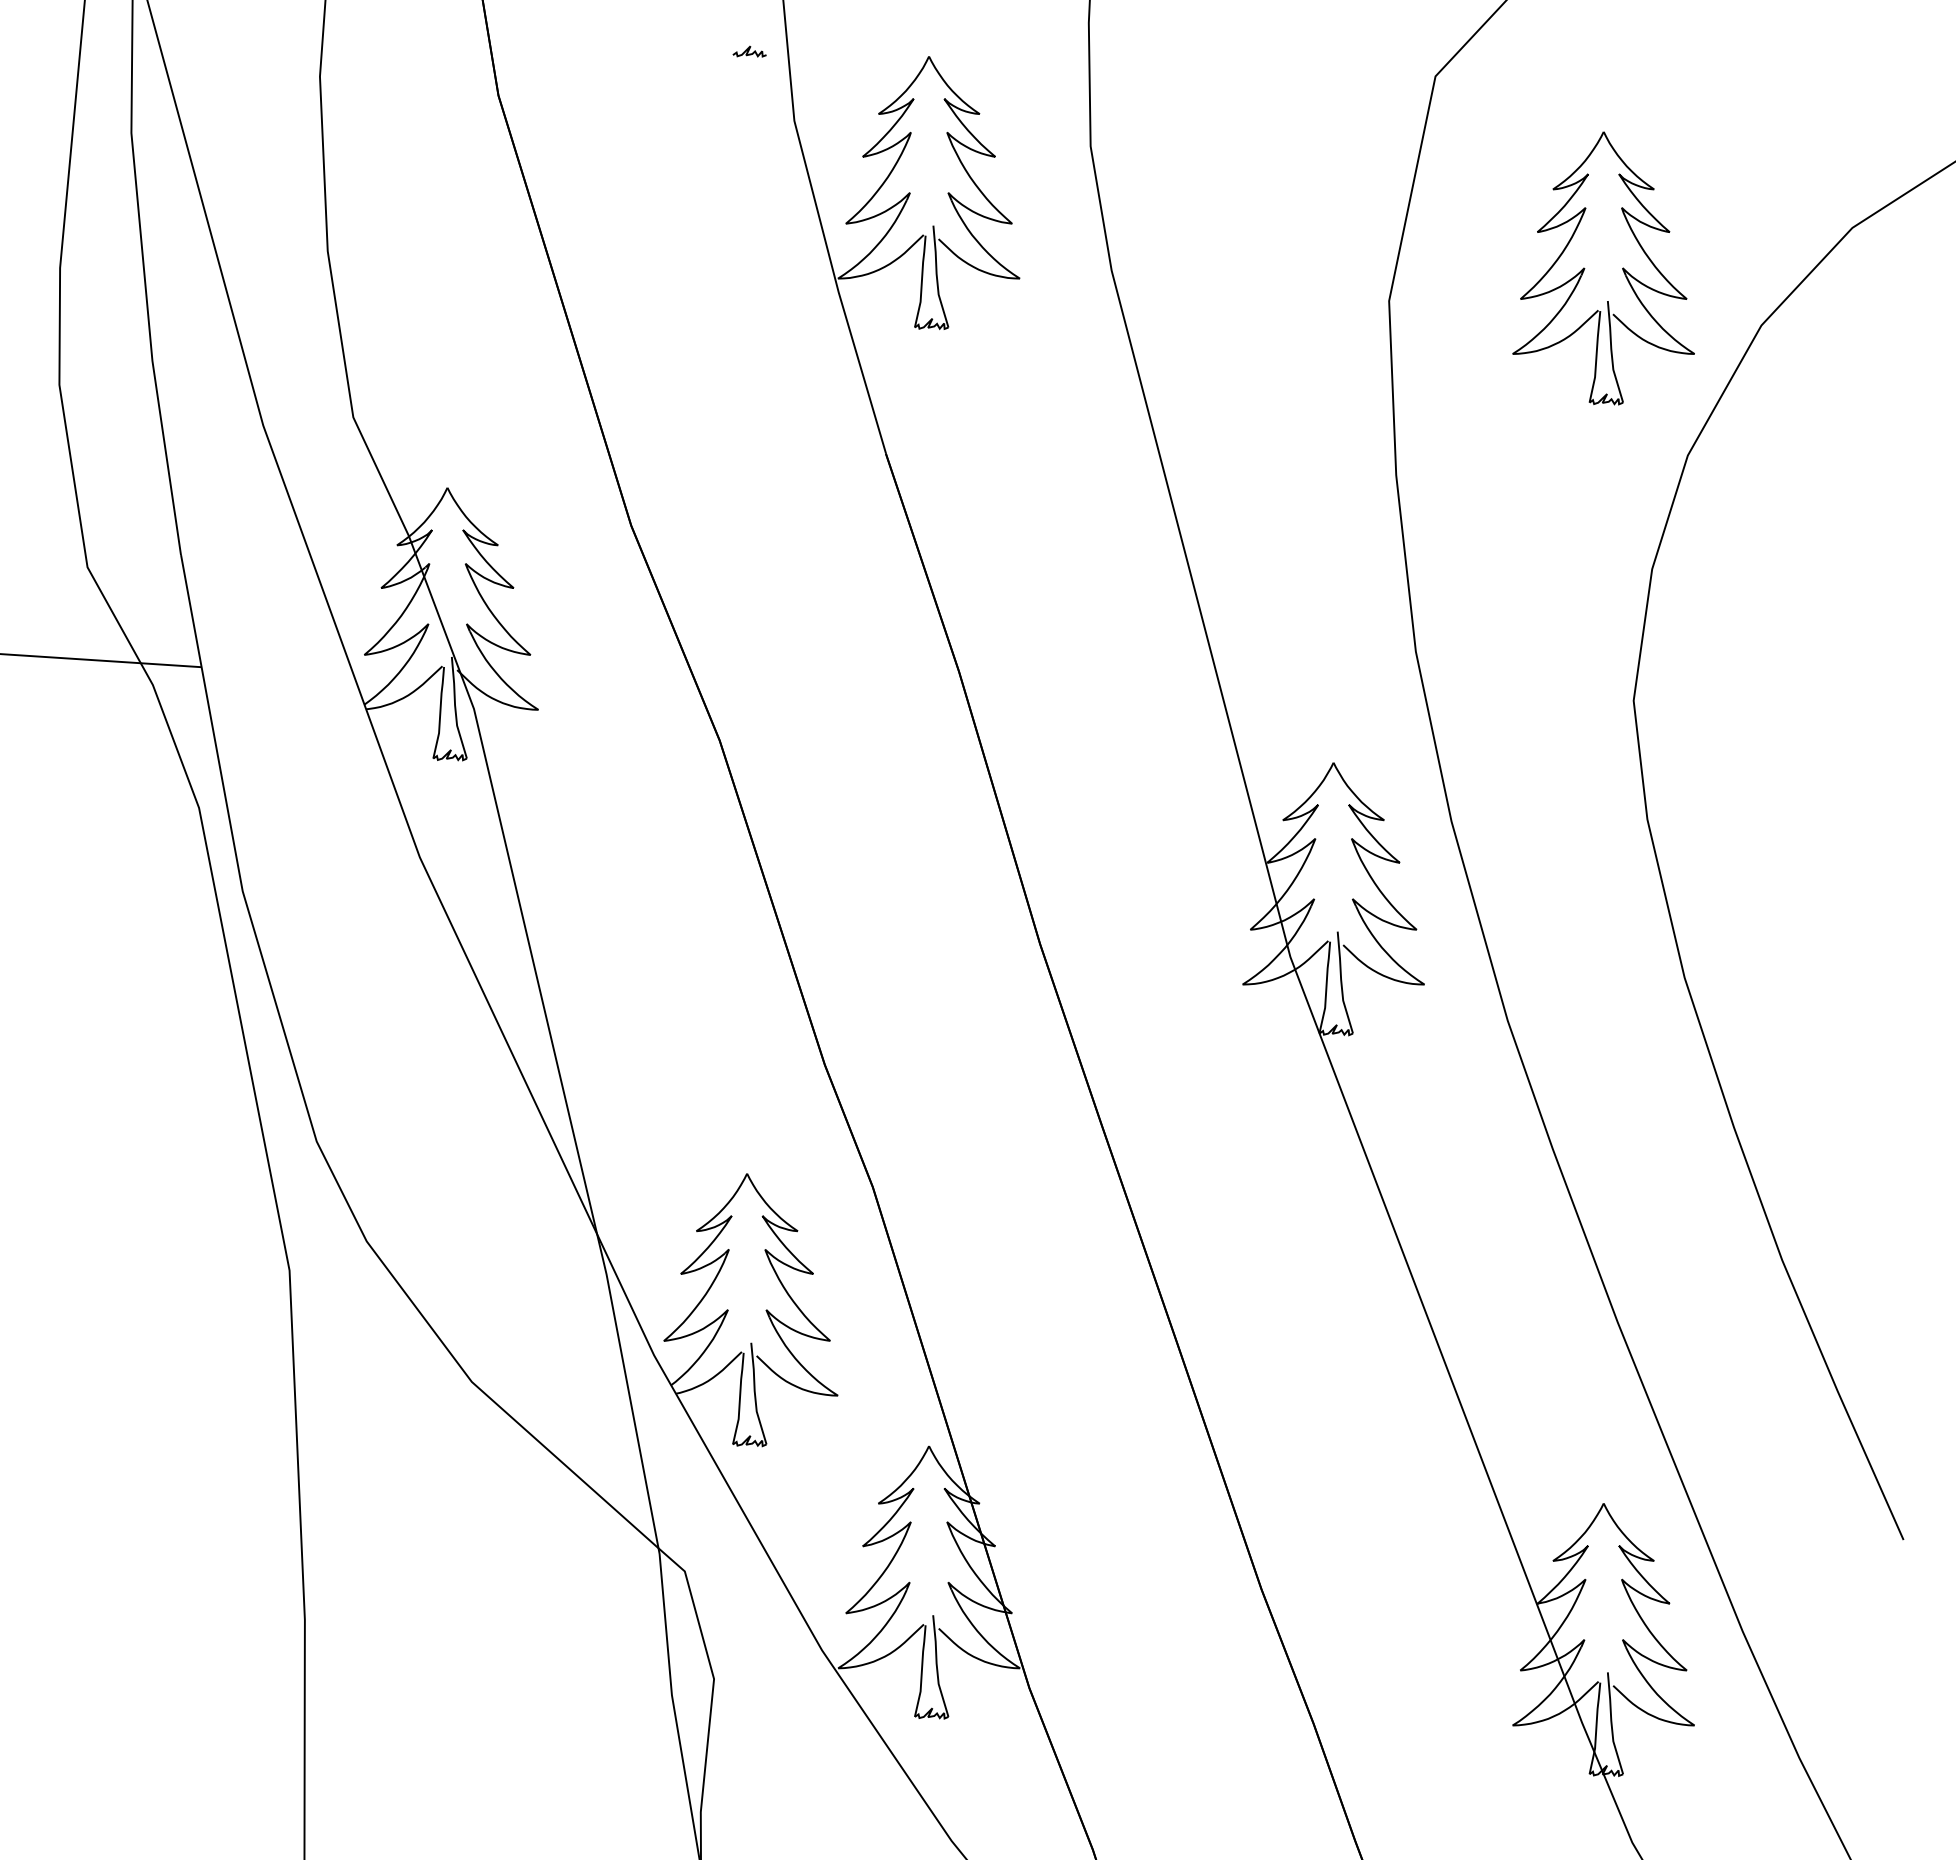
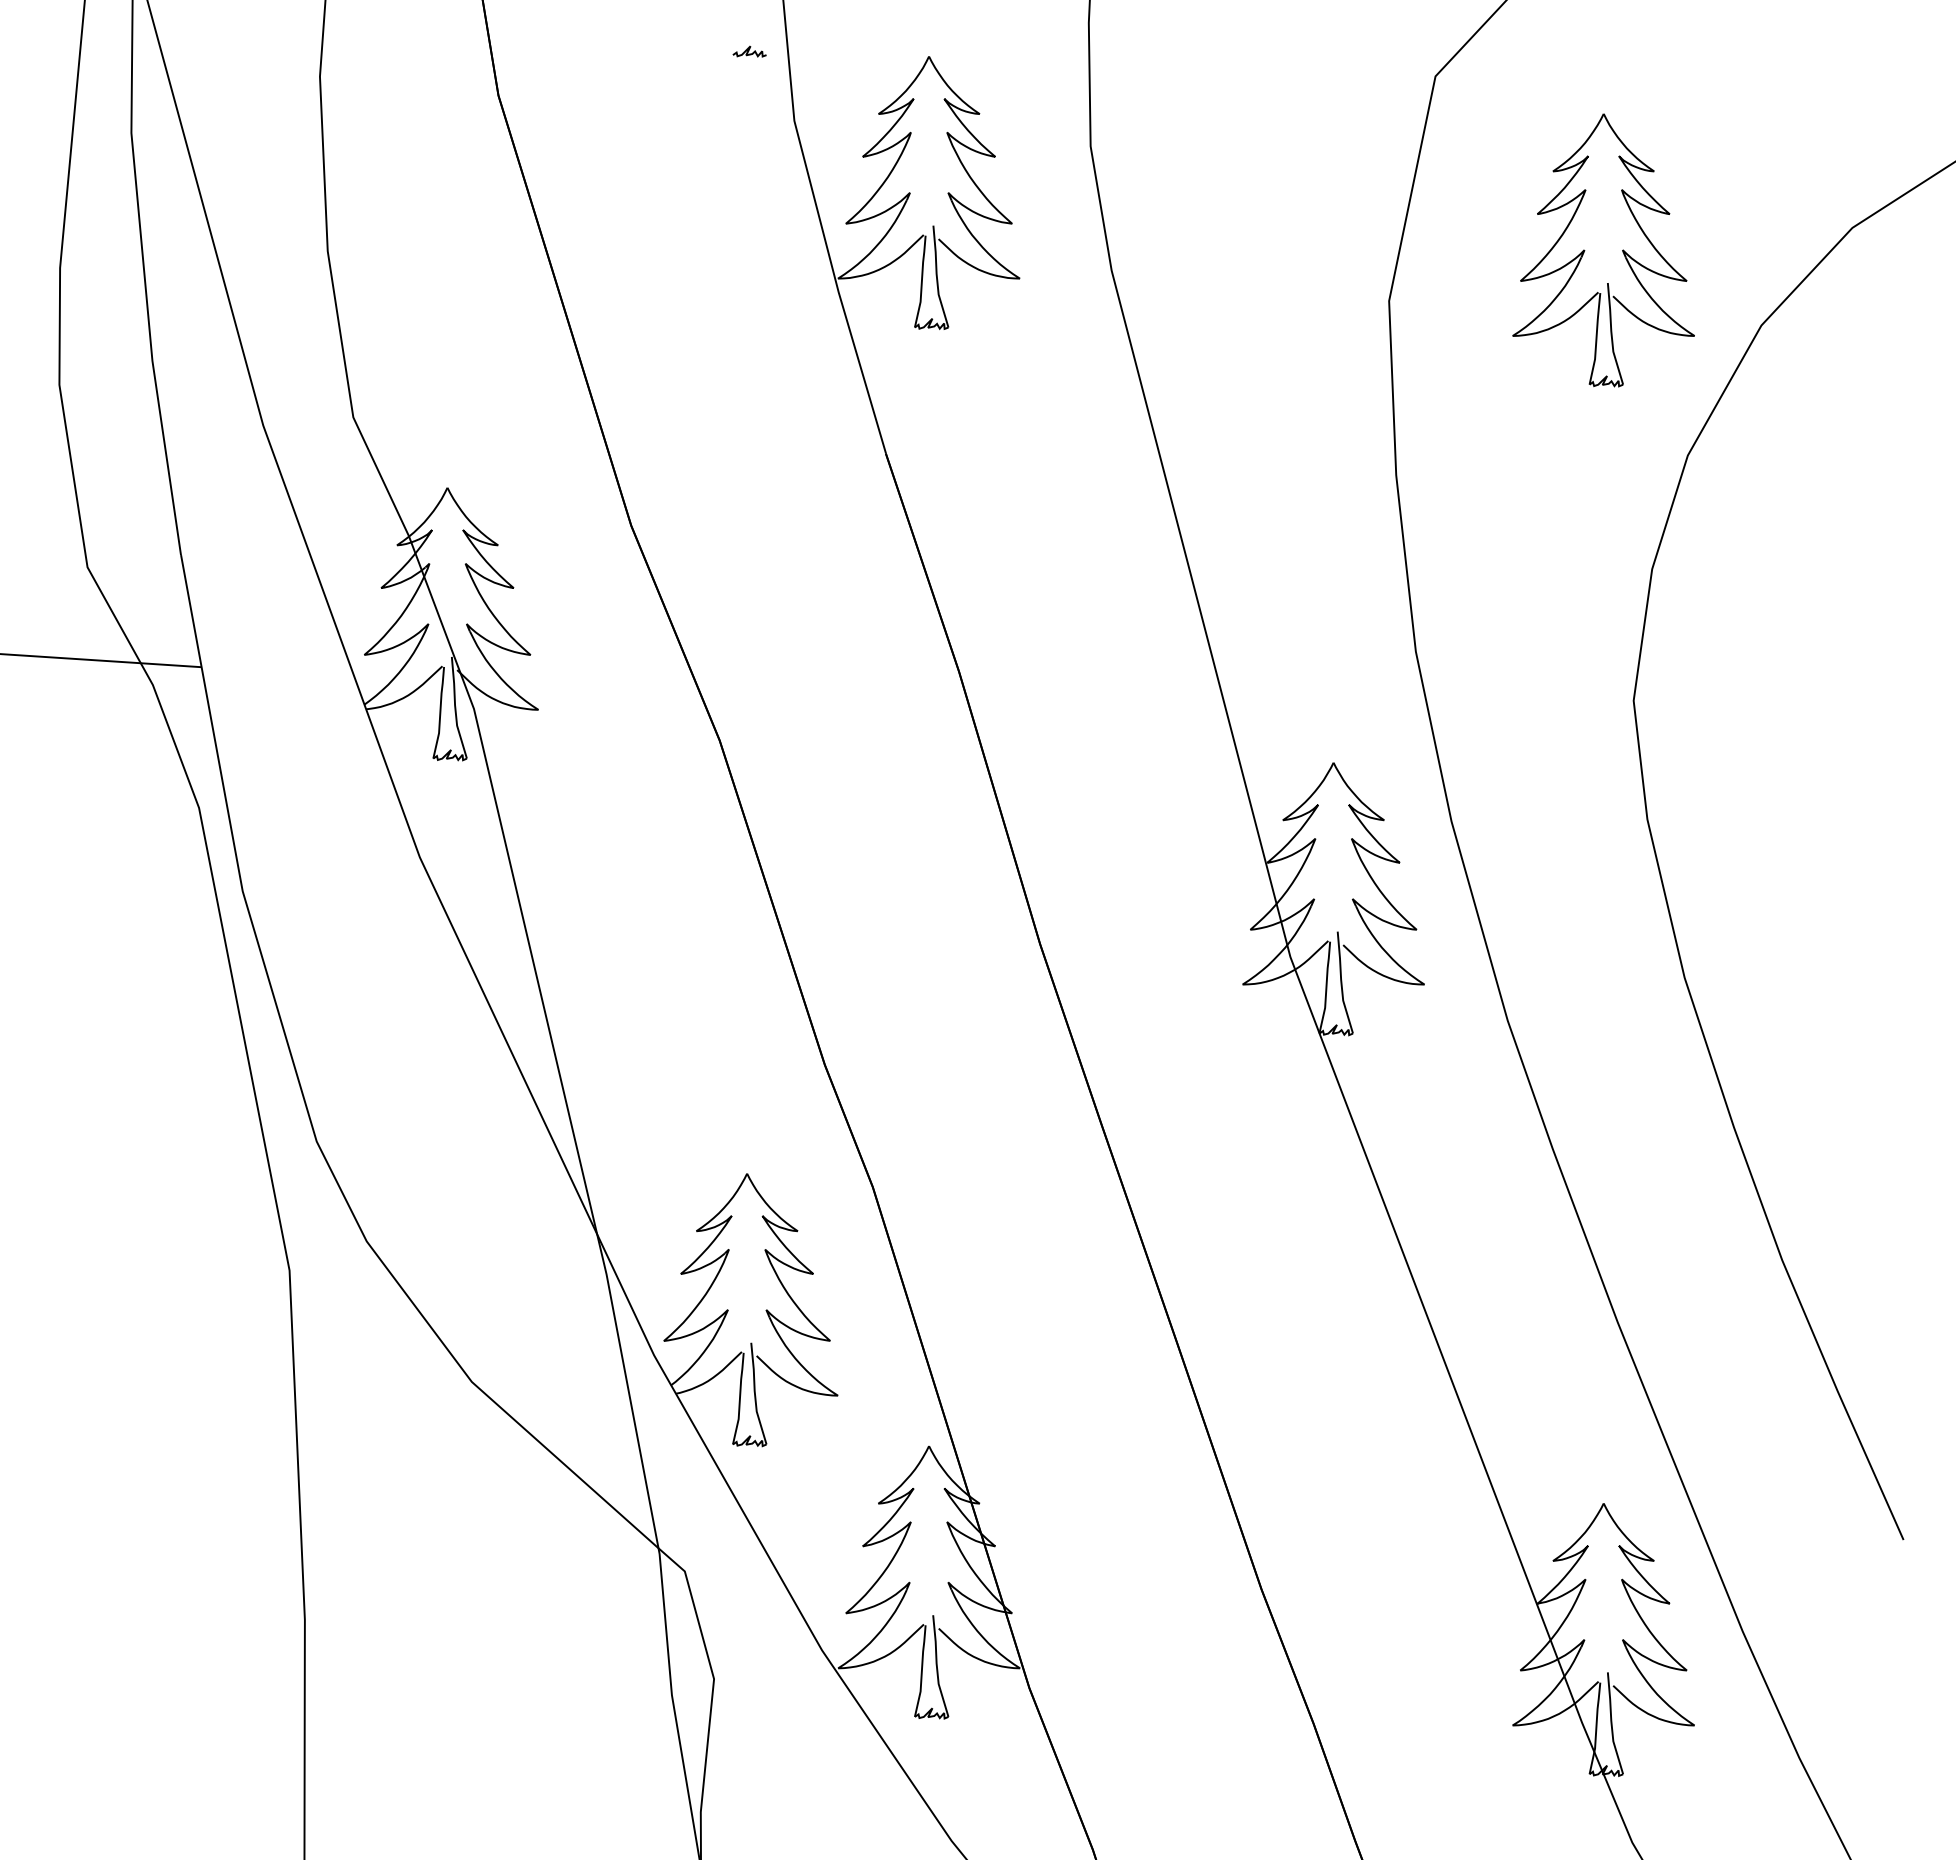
part at (1585, 268) position: (1585, 268) -> (1585, 250)
